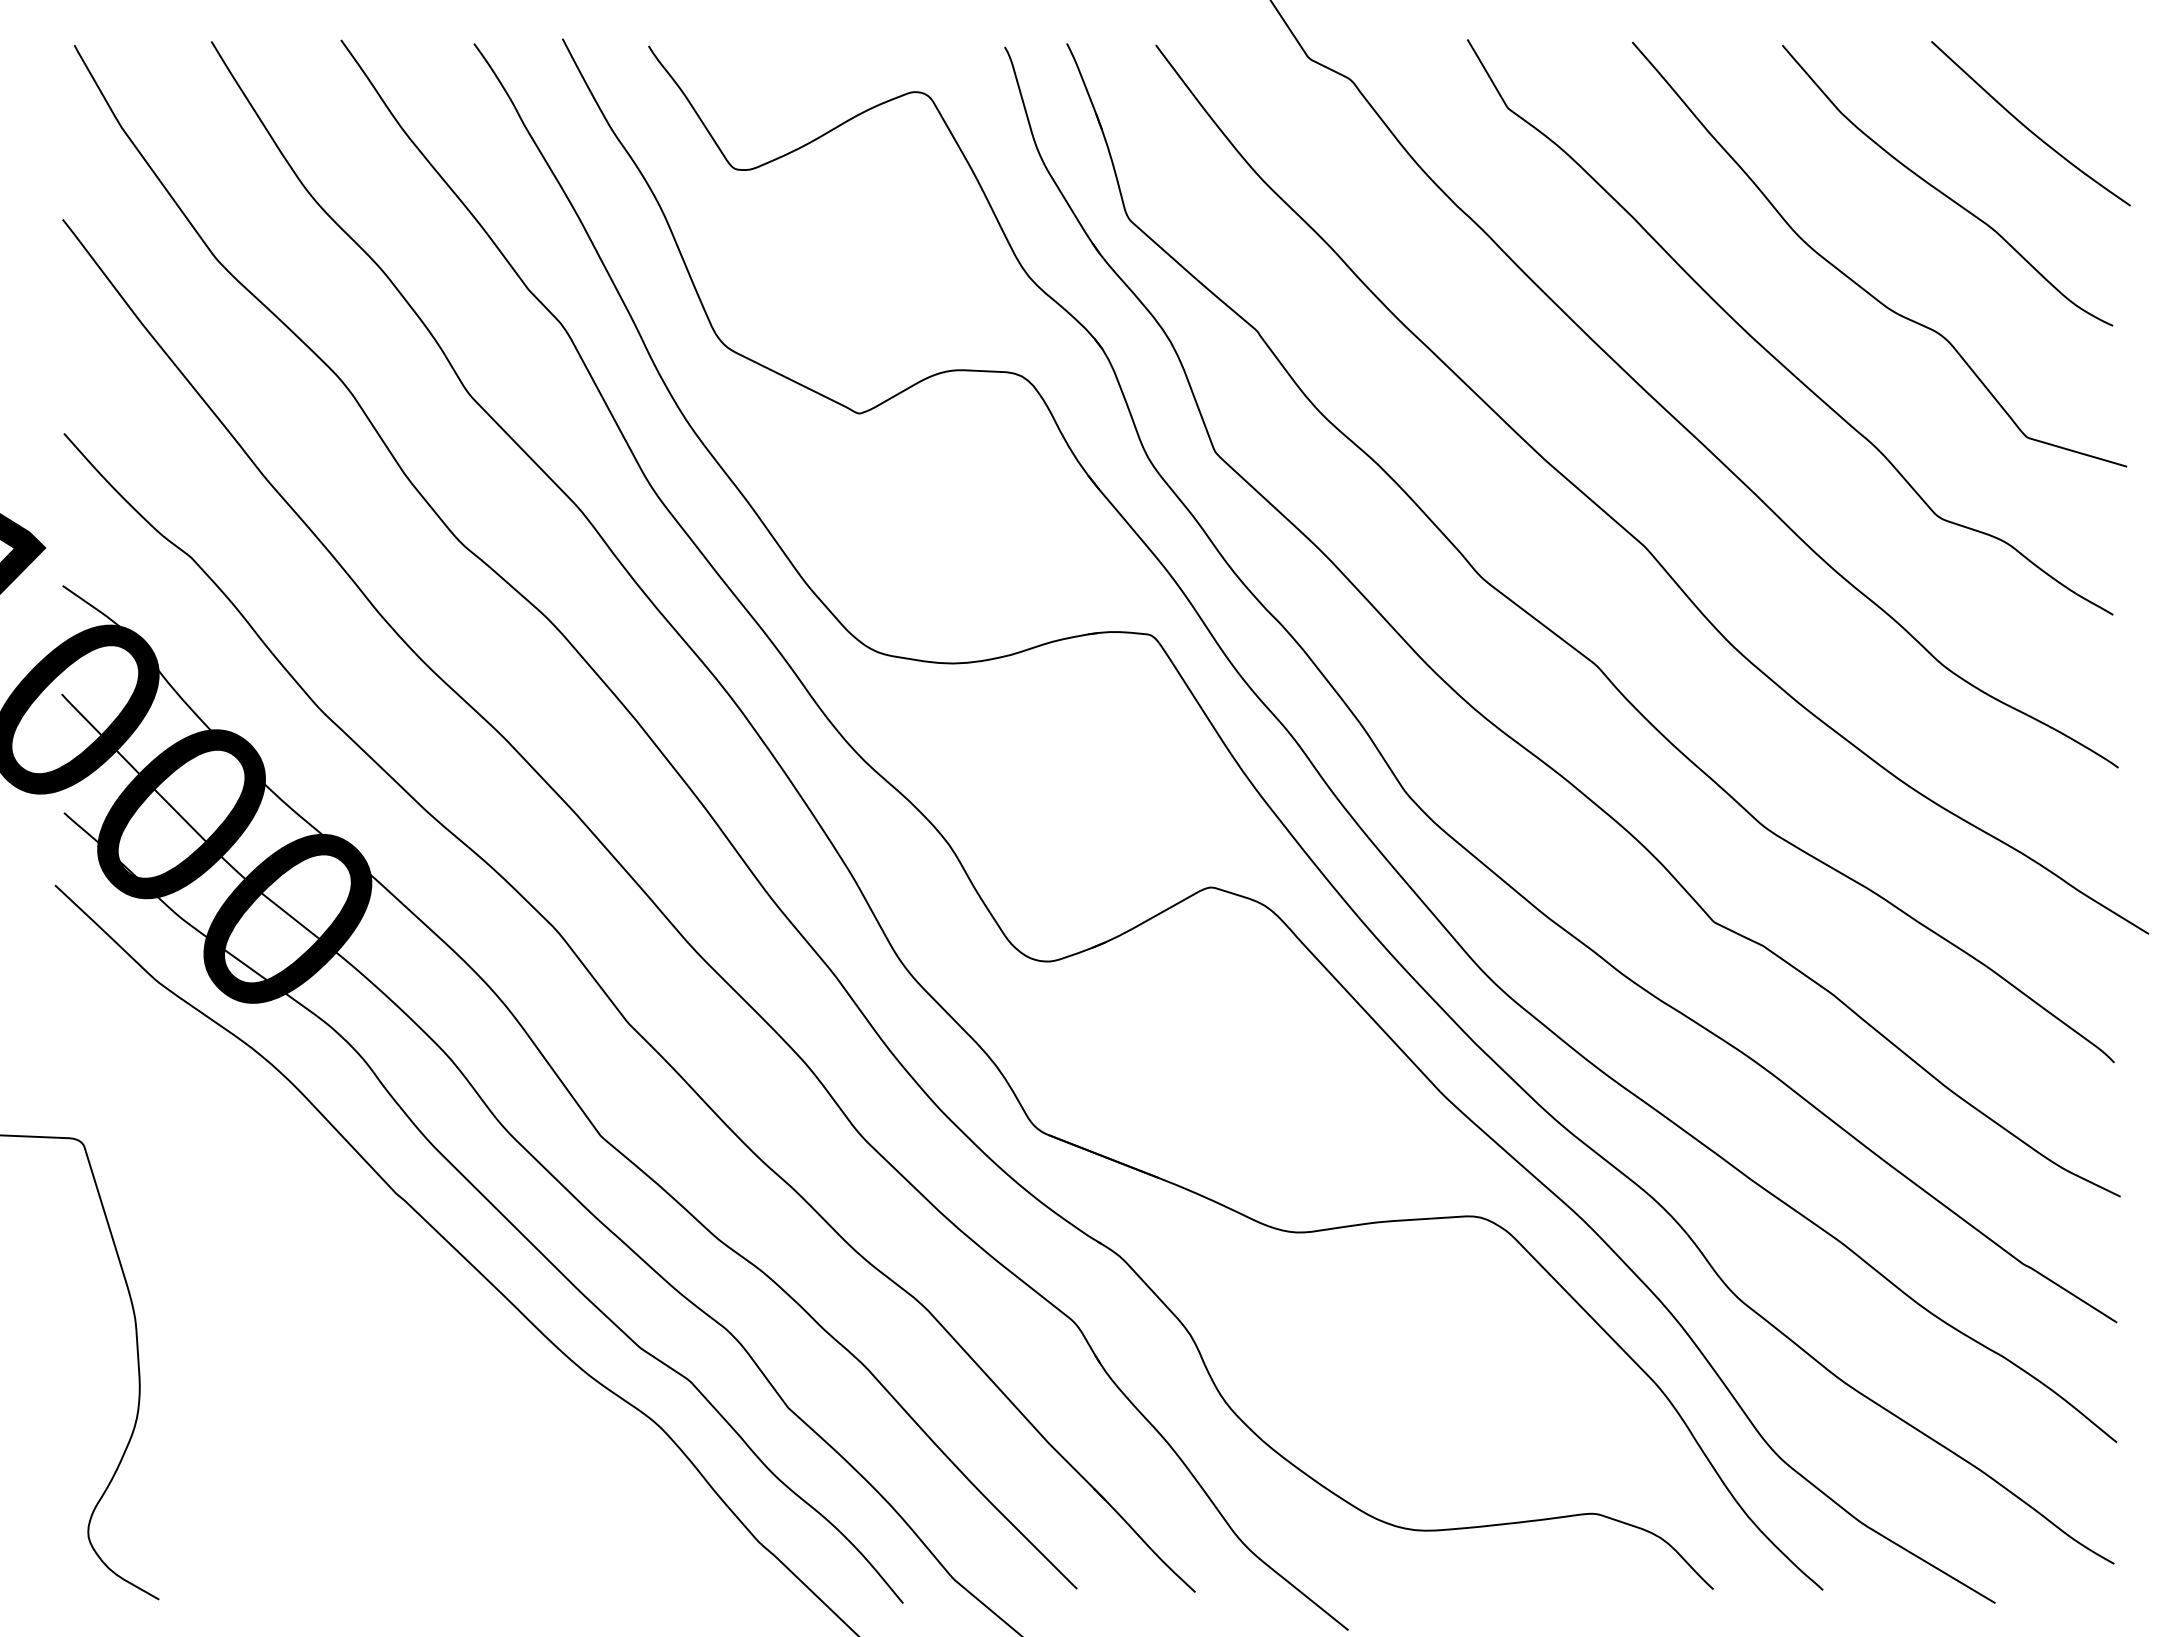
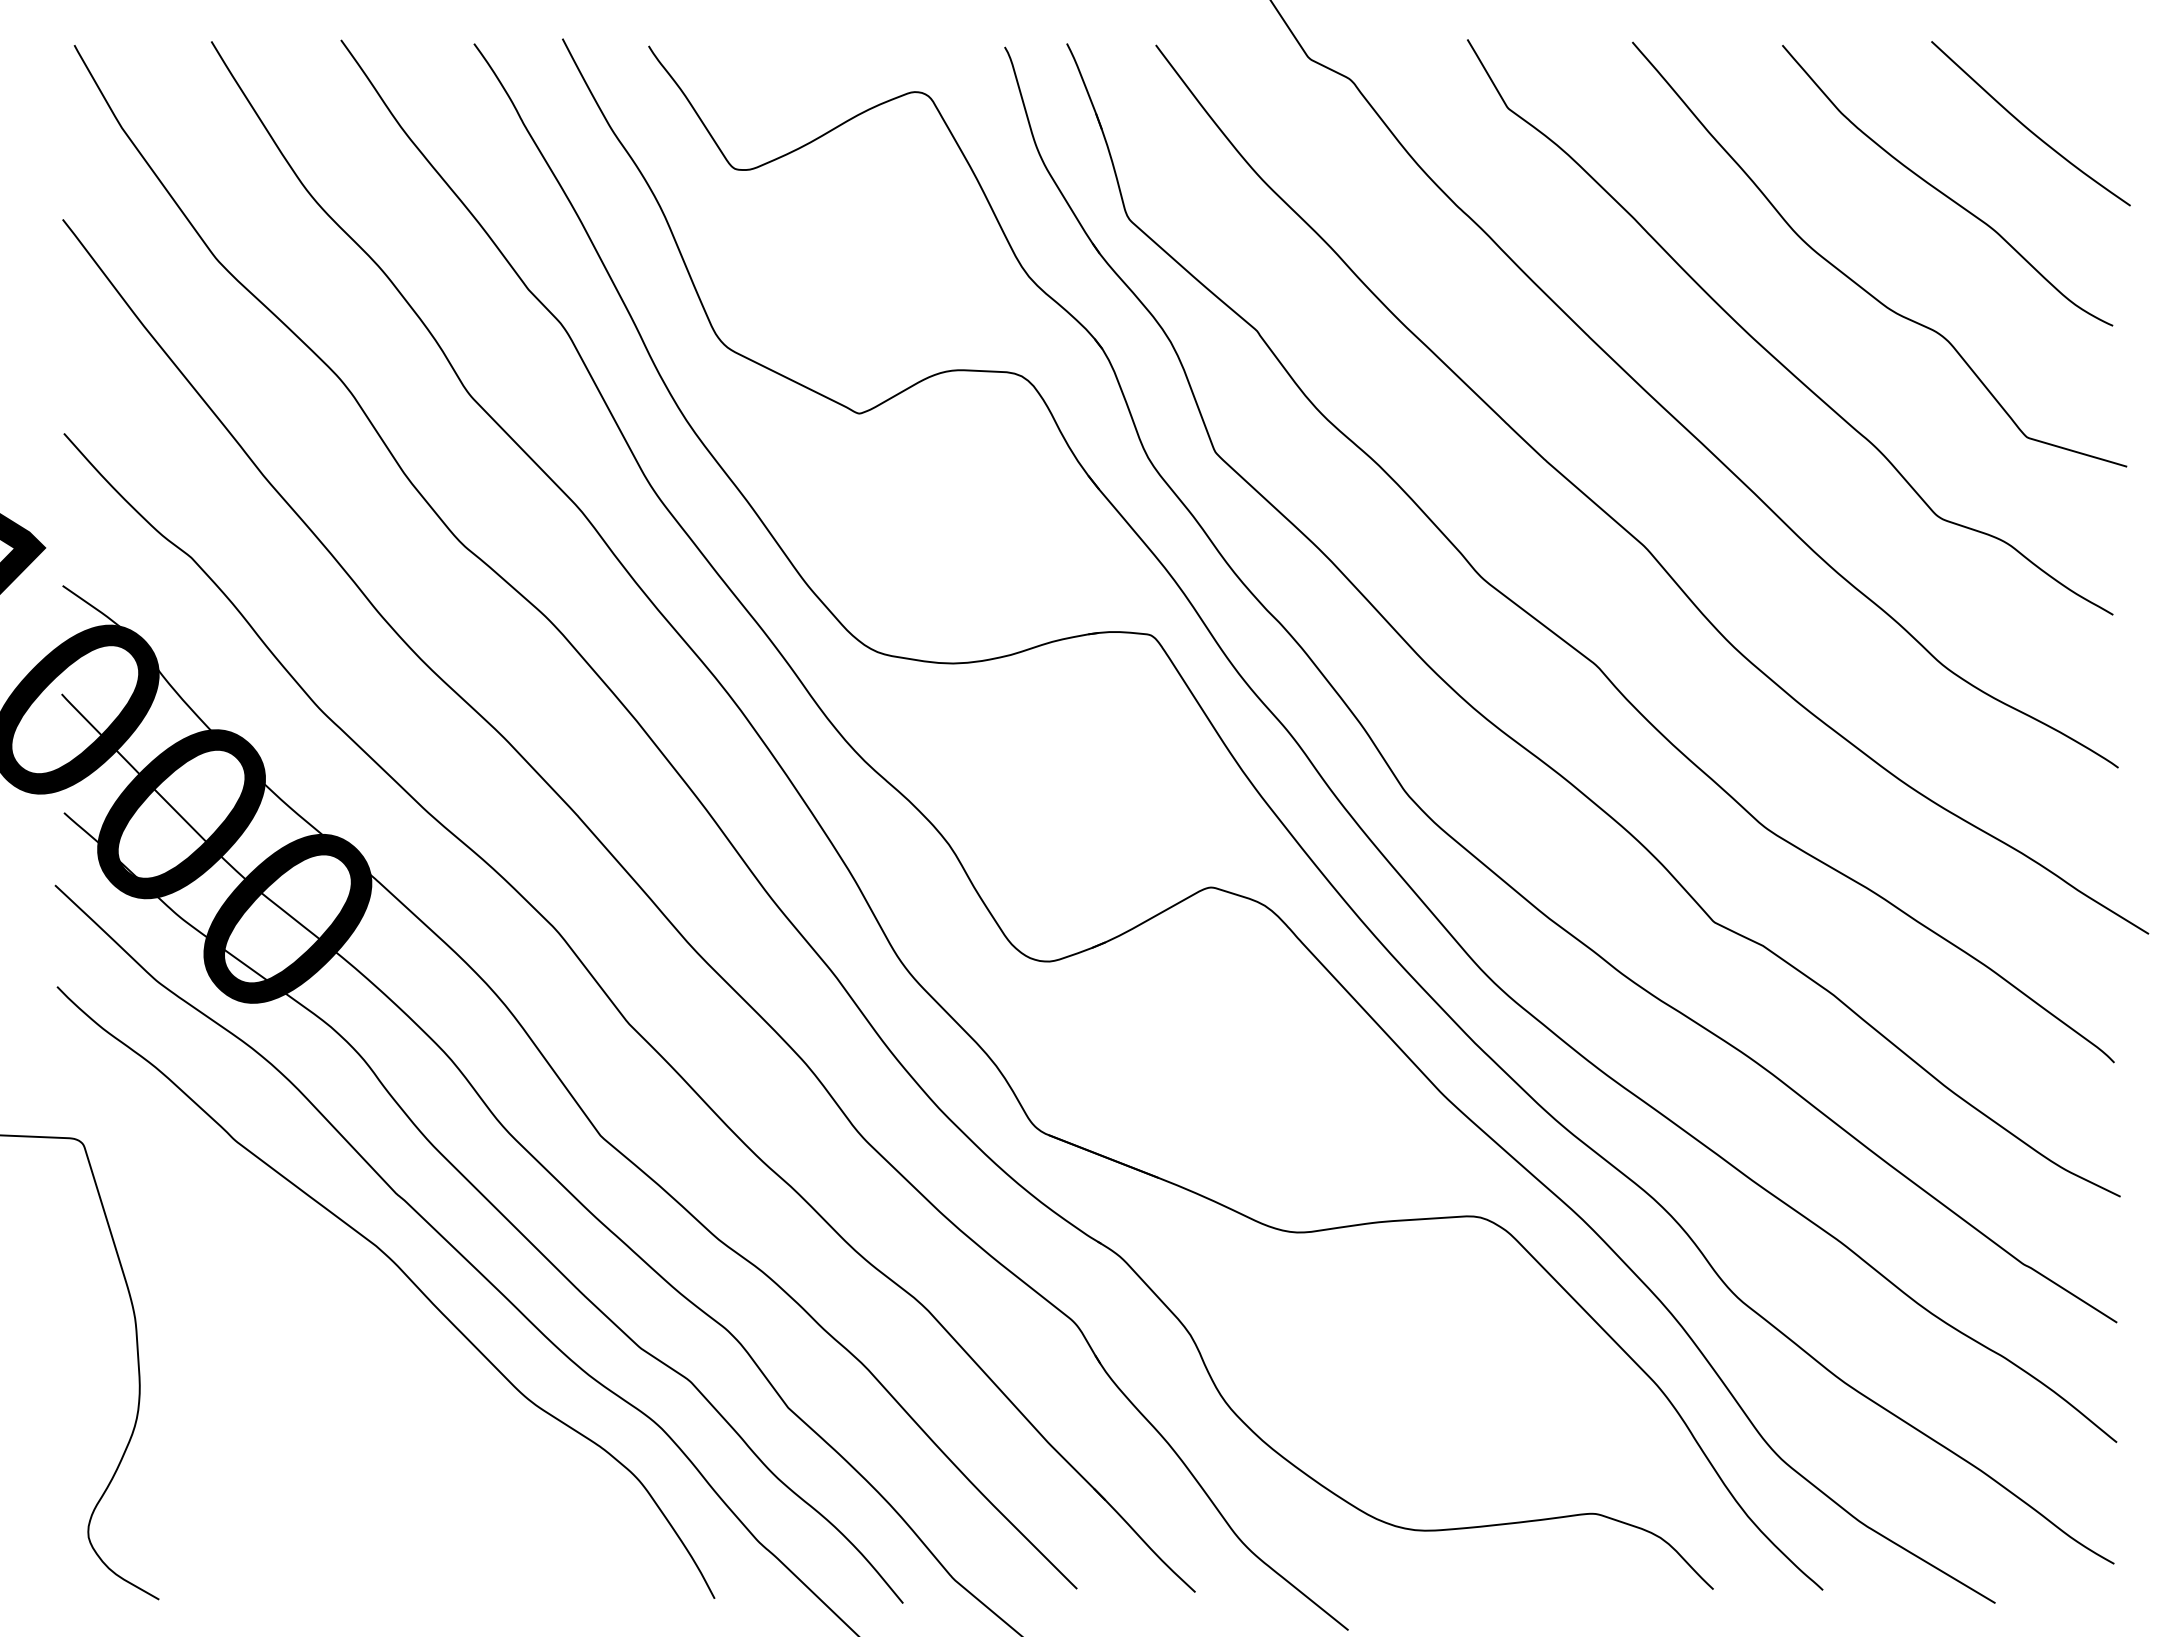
curve at (407, 1278): none -> present
